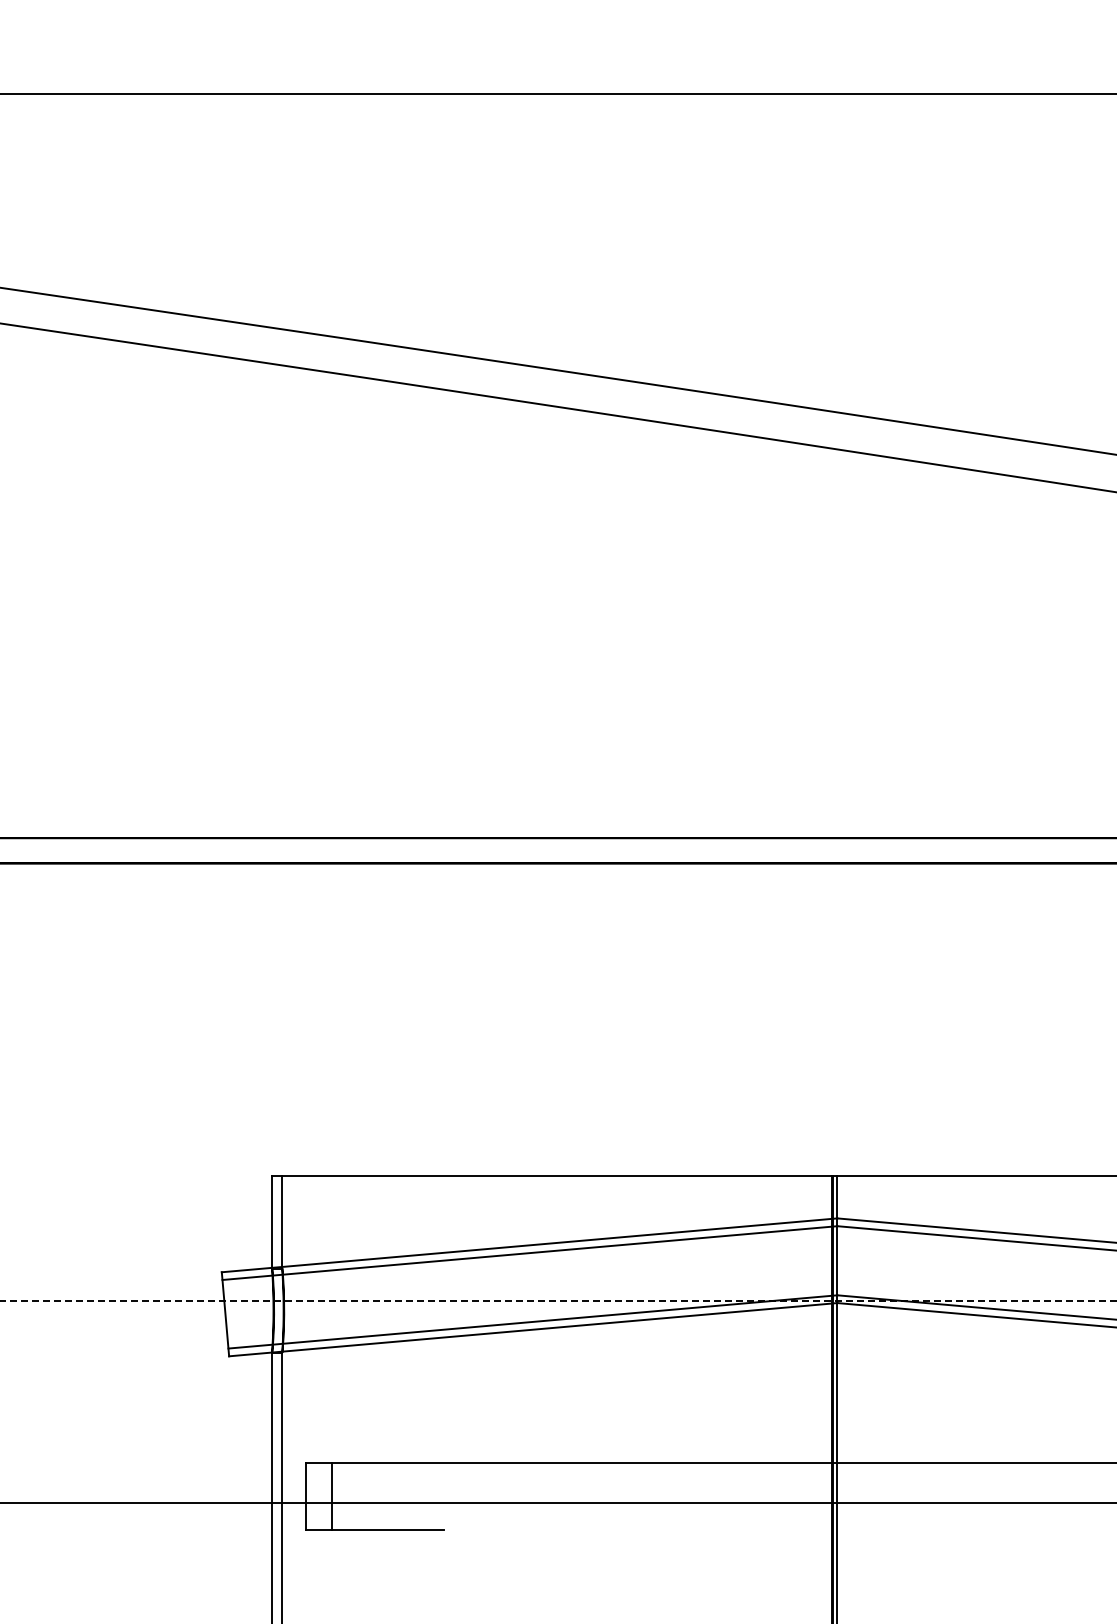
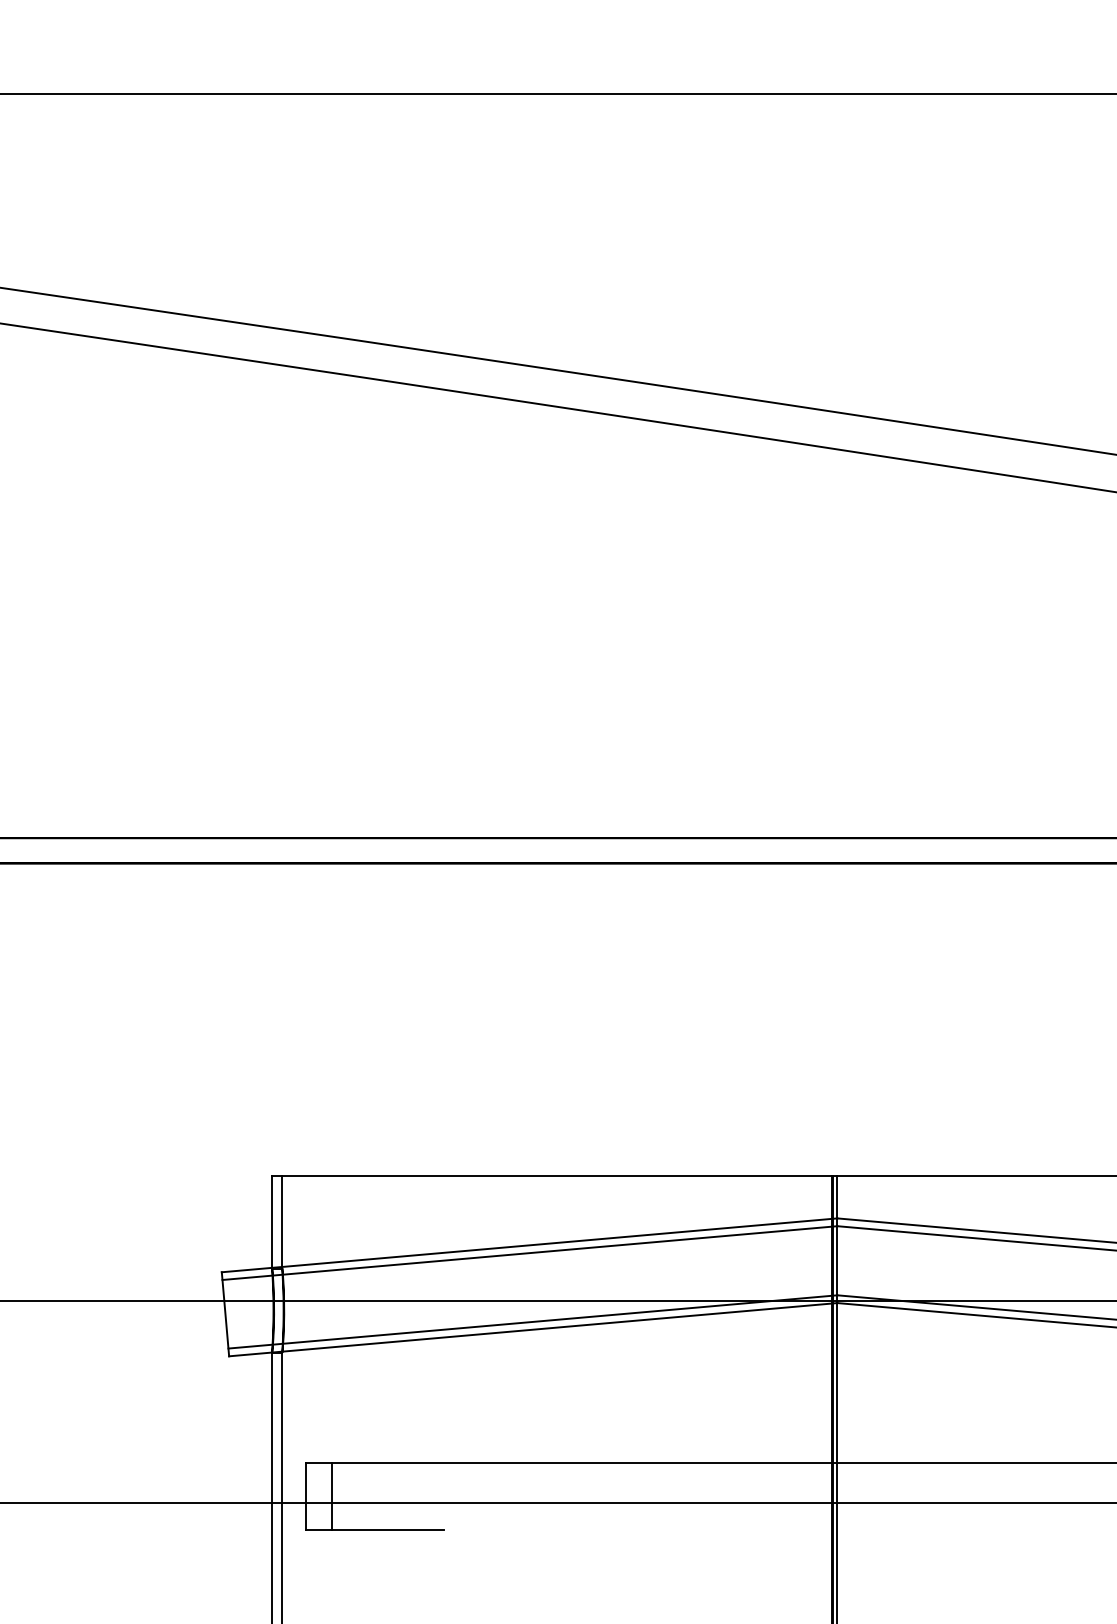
line at (558, 1300): dashed -> solid
